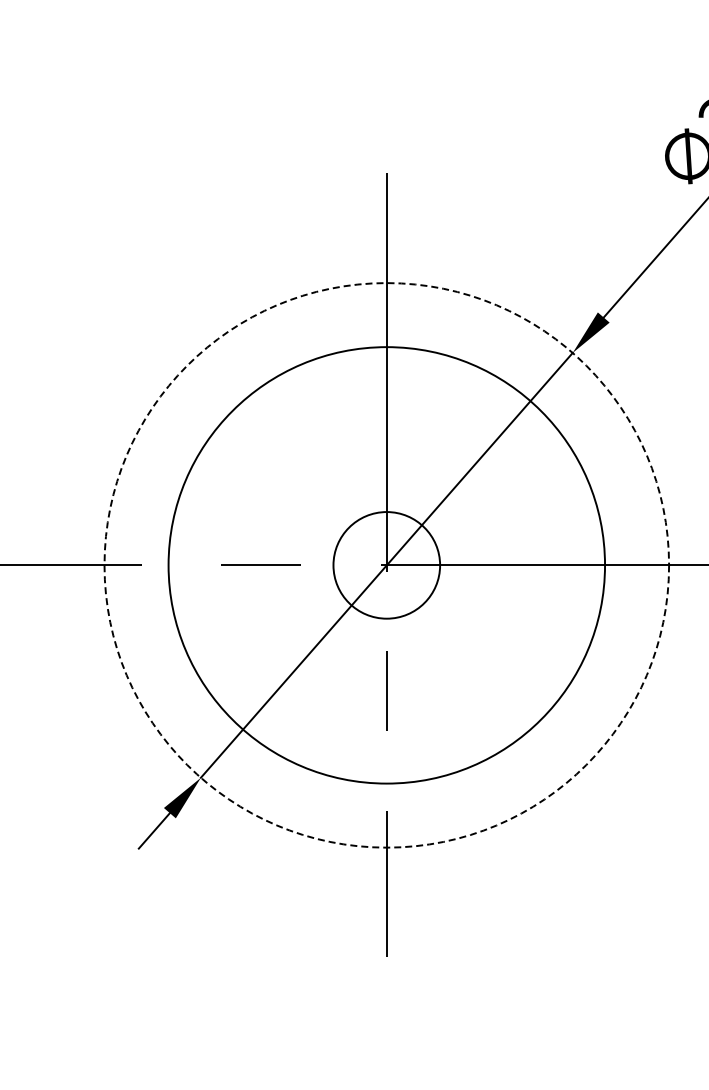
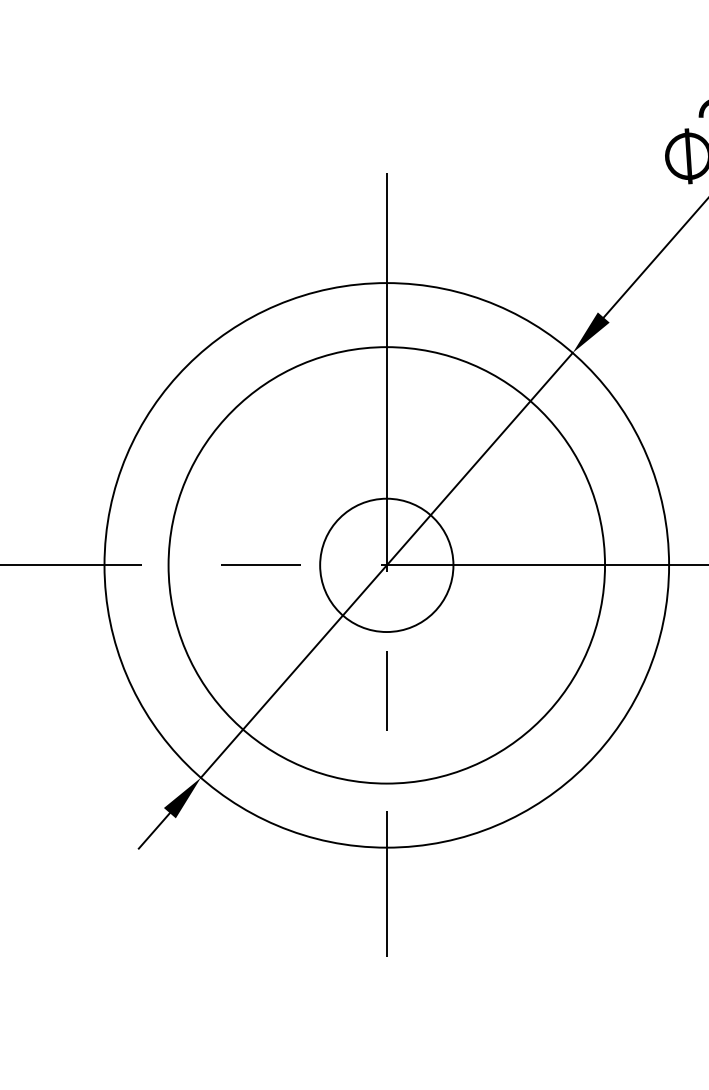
circle at (386, 565) diameter: 107 px -> 133 px
circle at (386, 565): dashed -> solid
